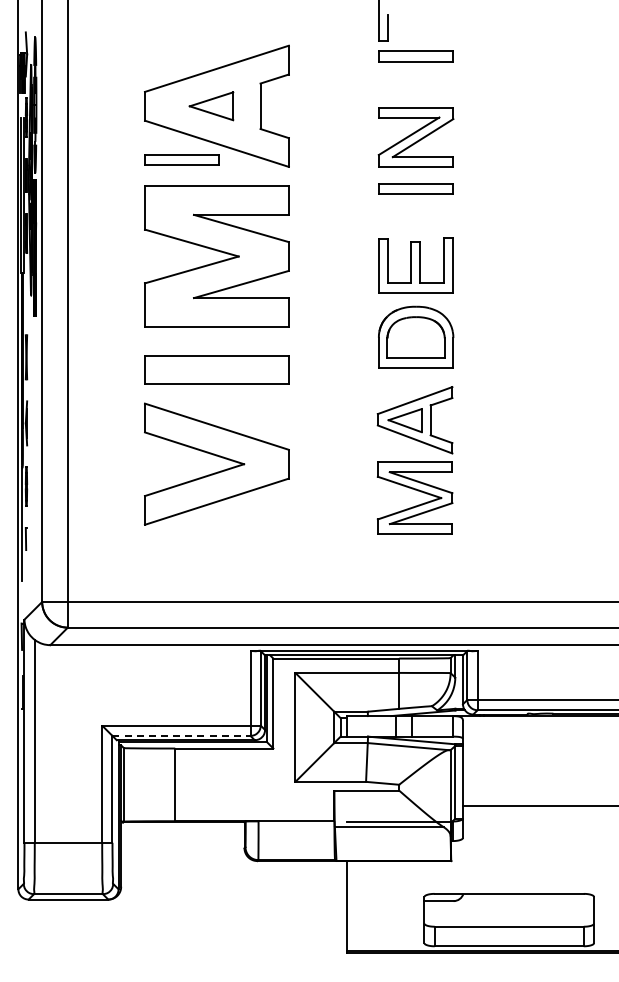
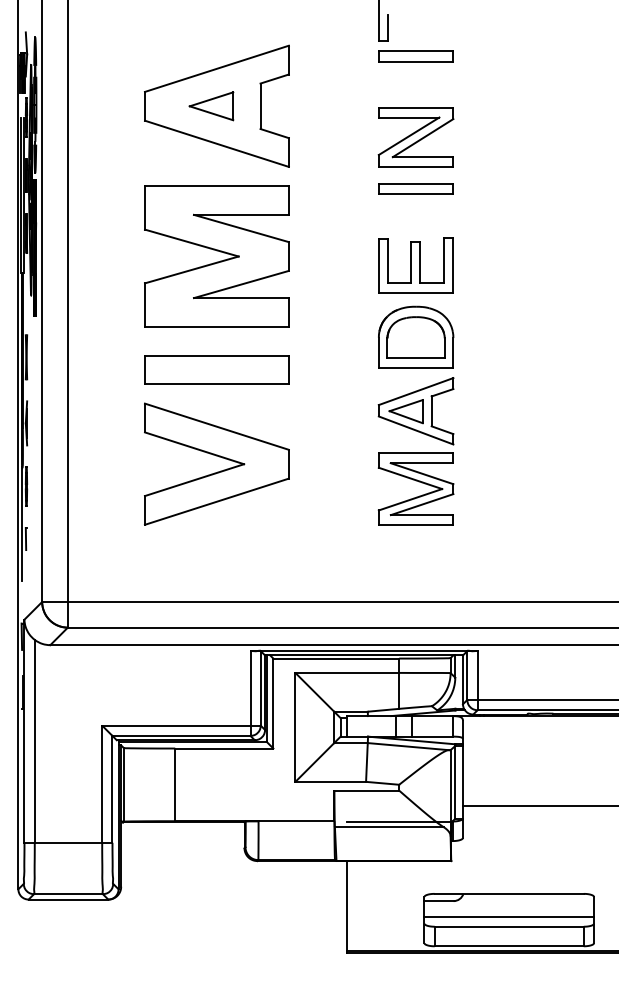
part at (181, 159): present -> none
part at (414, 460) position: (414, 460) -> (415, 451)
line at (181, 735): dashed -> solid
line at (509, 916): none -> present
